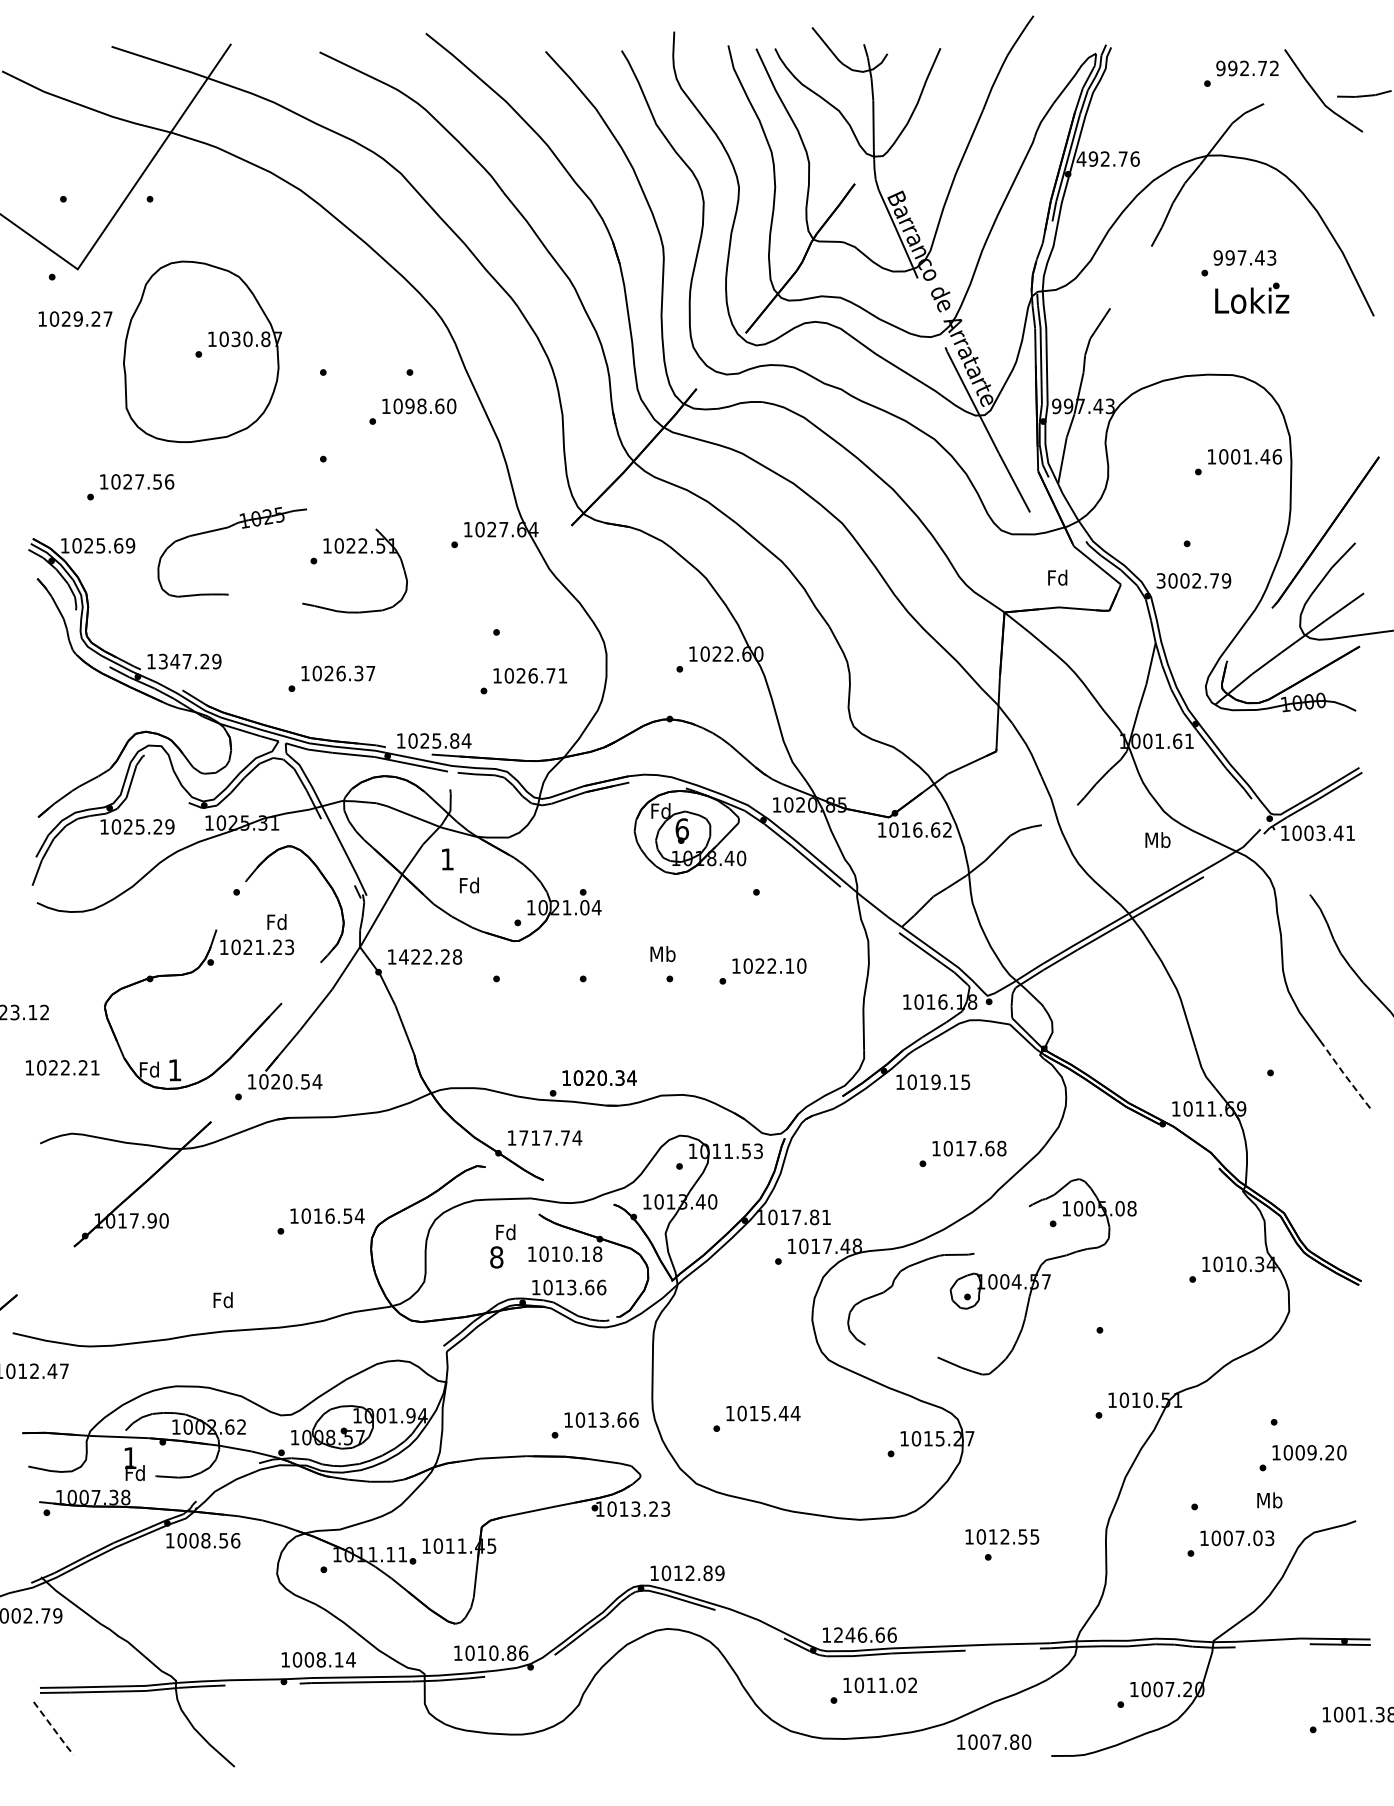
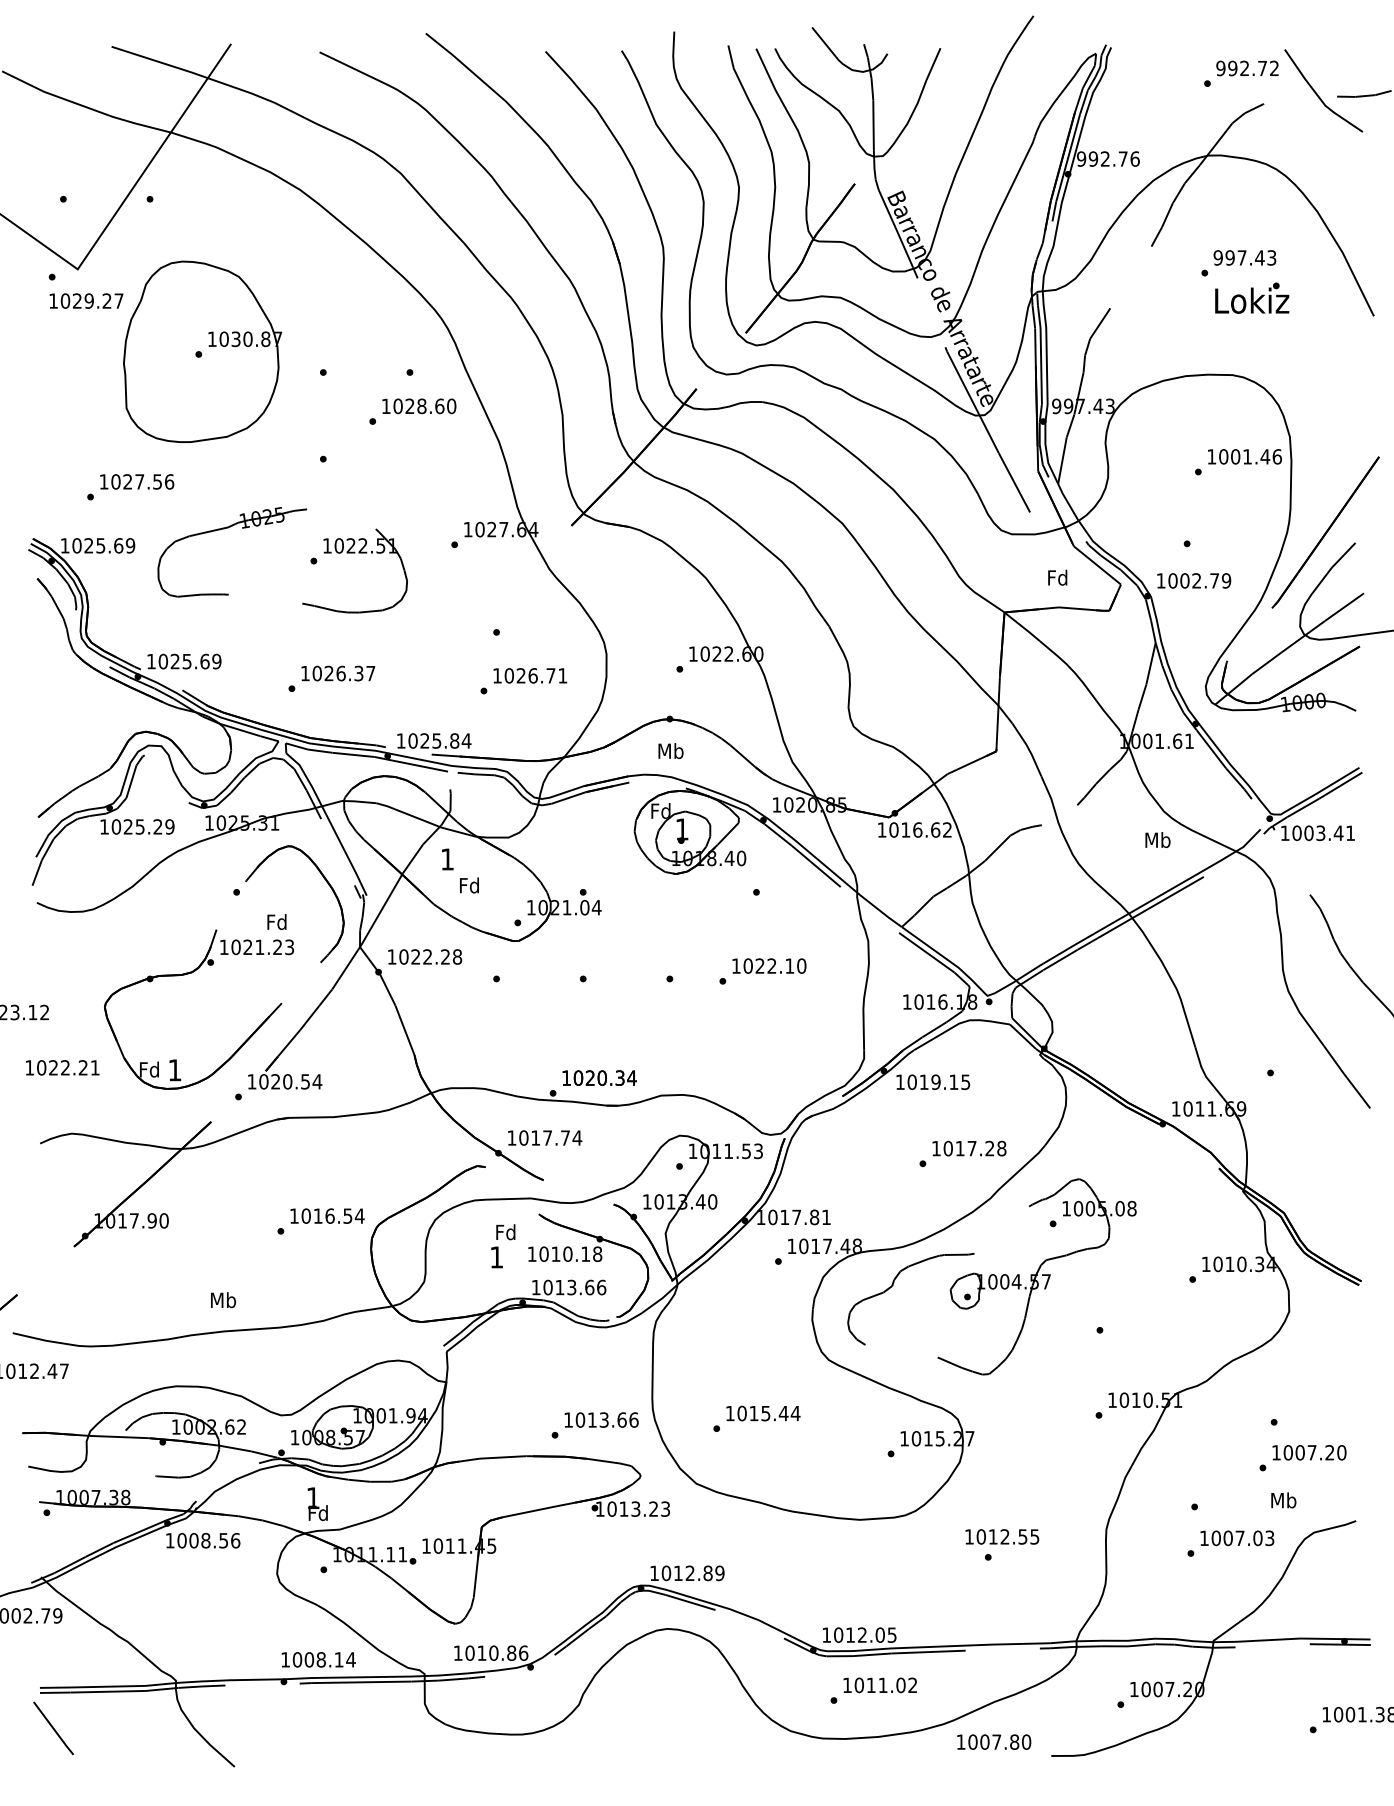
text at (1081, 158): 492.76 -> 992.76
text at (75, 318) position: (75, 318) -> (86, 300)
text at (409, 406): 1098.60 -> 1028.60
text at (1160, 580): 3002.79 -> 1002.79
text at (183, 661): 1347.29 -> 1025.69
text at (681, 829): 6 -> 1
text at (662, 953) position: (662, 953) -> (670, 750)
text at (403, 956): 1422.28 -> 1022.28
line at (1346, 1076): dashed -> solid
text at (523, 1137): 1717.74 -> 1017.74
text at (989, 1148): 1017.68 -> 1017.28
text at (496, 1257): 8 -> 1
text at (223, 1300): Fd -> Mb
text at (1311, 1452): 1009.20 -> 1007.20
text at (134, 1463) position: (134, 1463) -> (317, 1503)
text at (1269, 1500) position: (1269, 1500) -> (1283, 1500)
text at (865, 1634): 1246.66 -> 1012.05
line at (54, 1729): dashed -> solid
